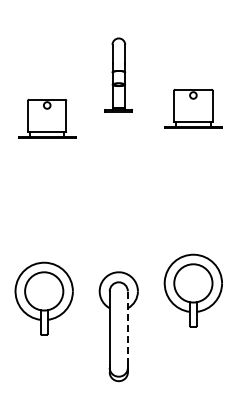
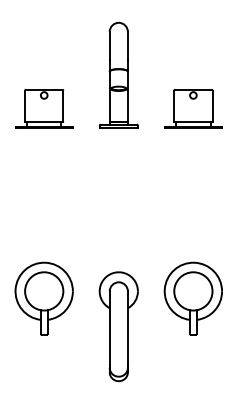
part at (118, 74) size: 29x76 px -> 40x108 px
part at (47, 118) position: (47, 118) -> (44, 108)
part at (192, 290) position: (192, 290) -> (192, 298)
line at (127, 328): dashed -> solid
